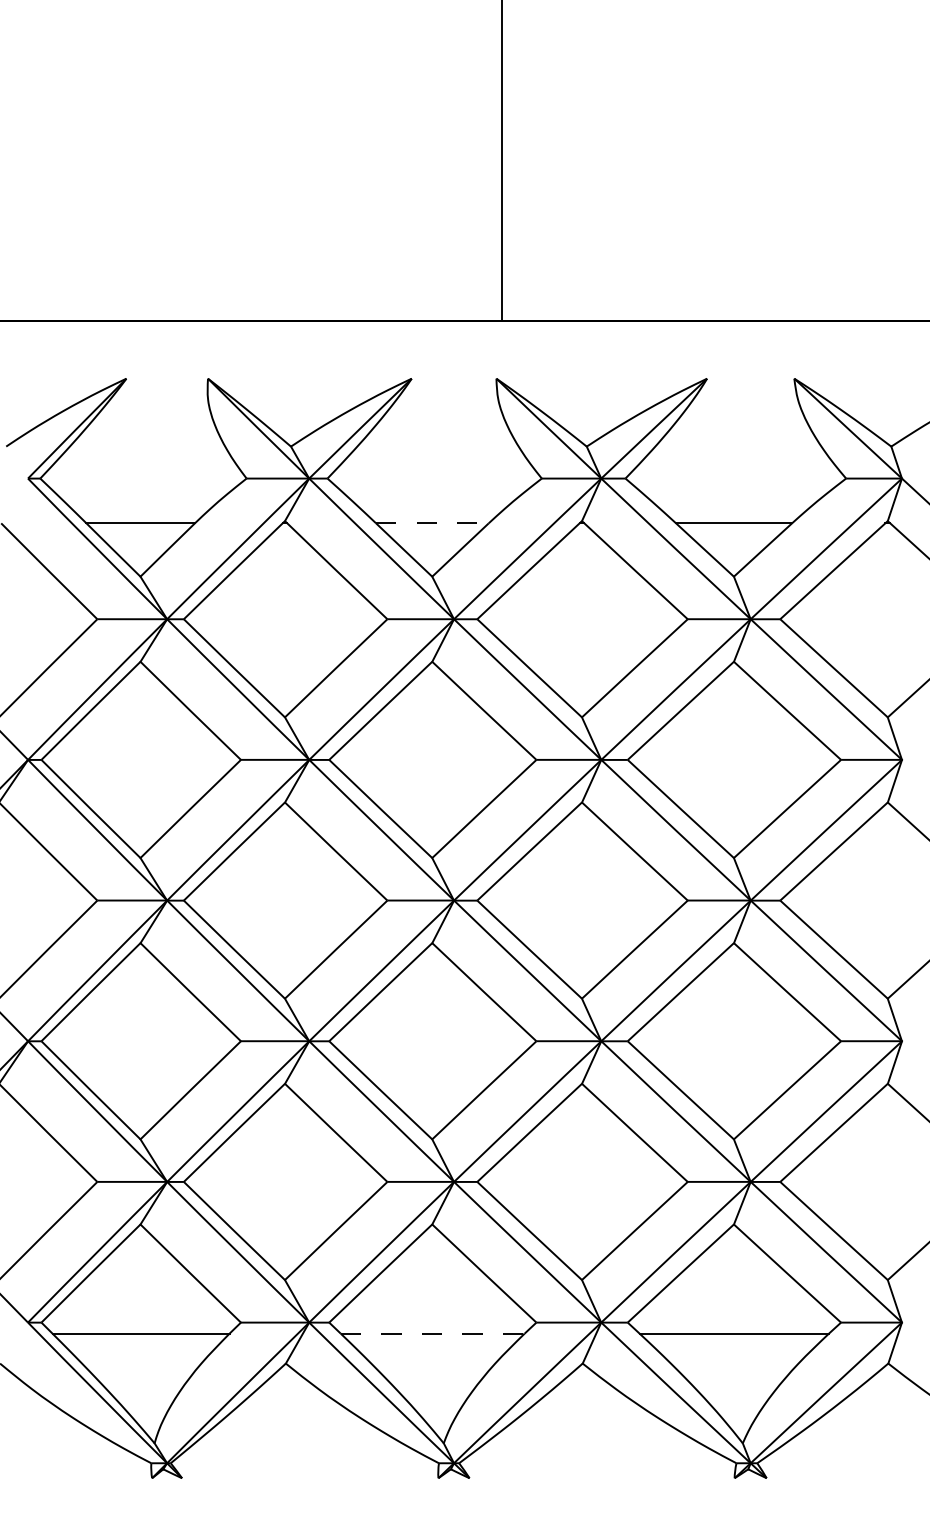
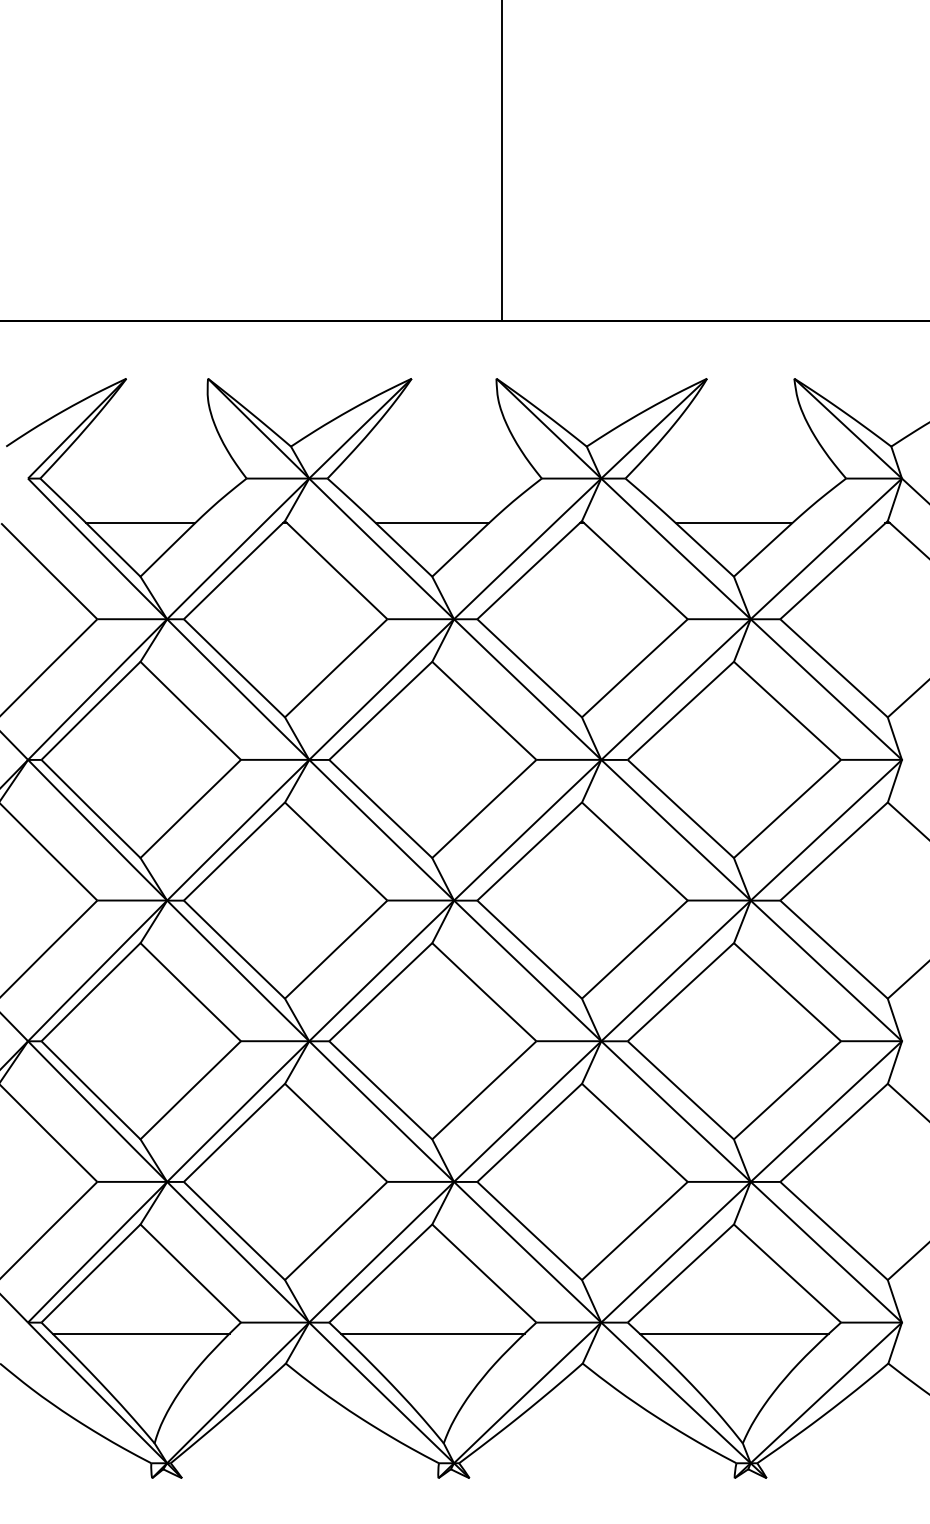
line at (432, 523): dashed -> solid
line at (432, 1333): dashed -> solid
